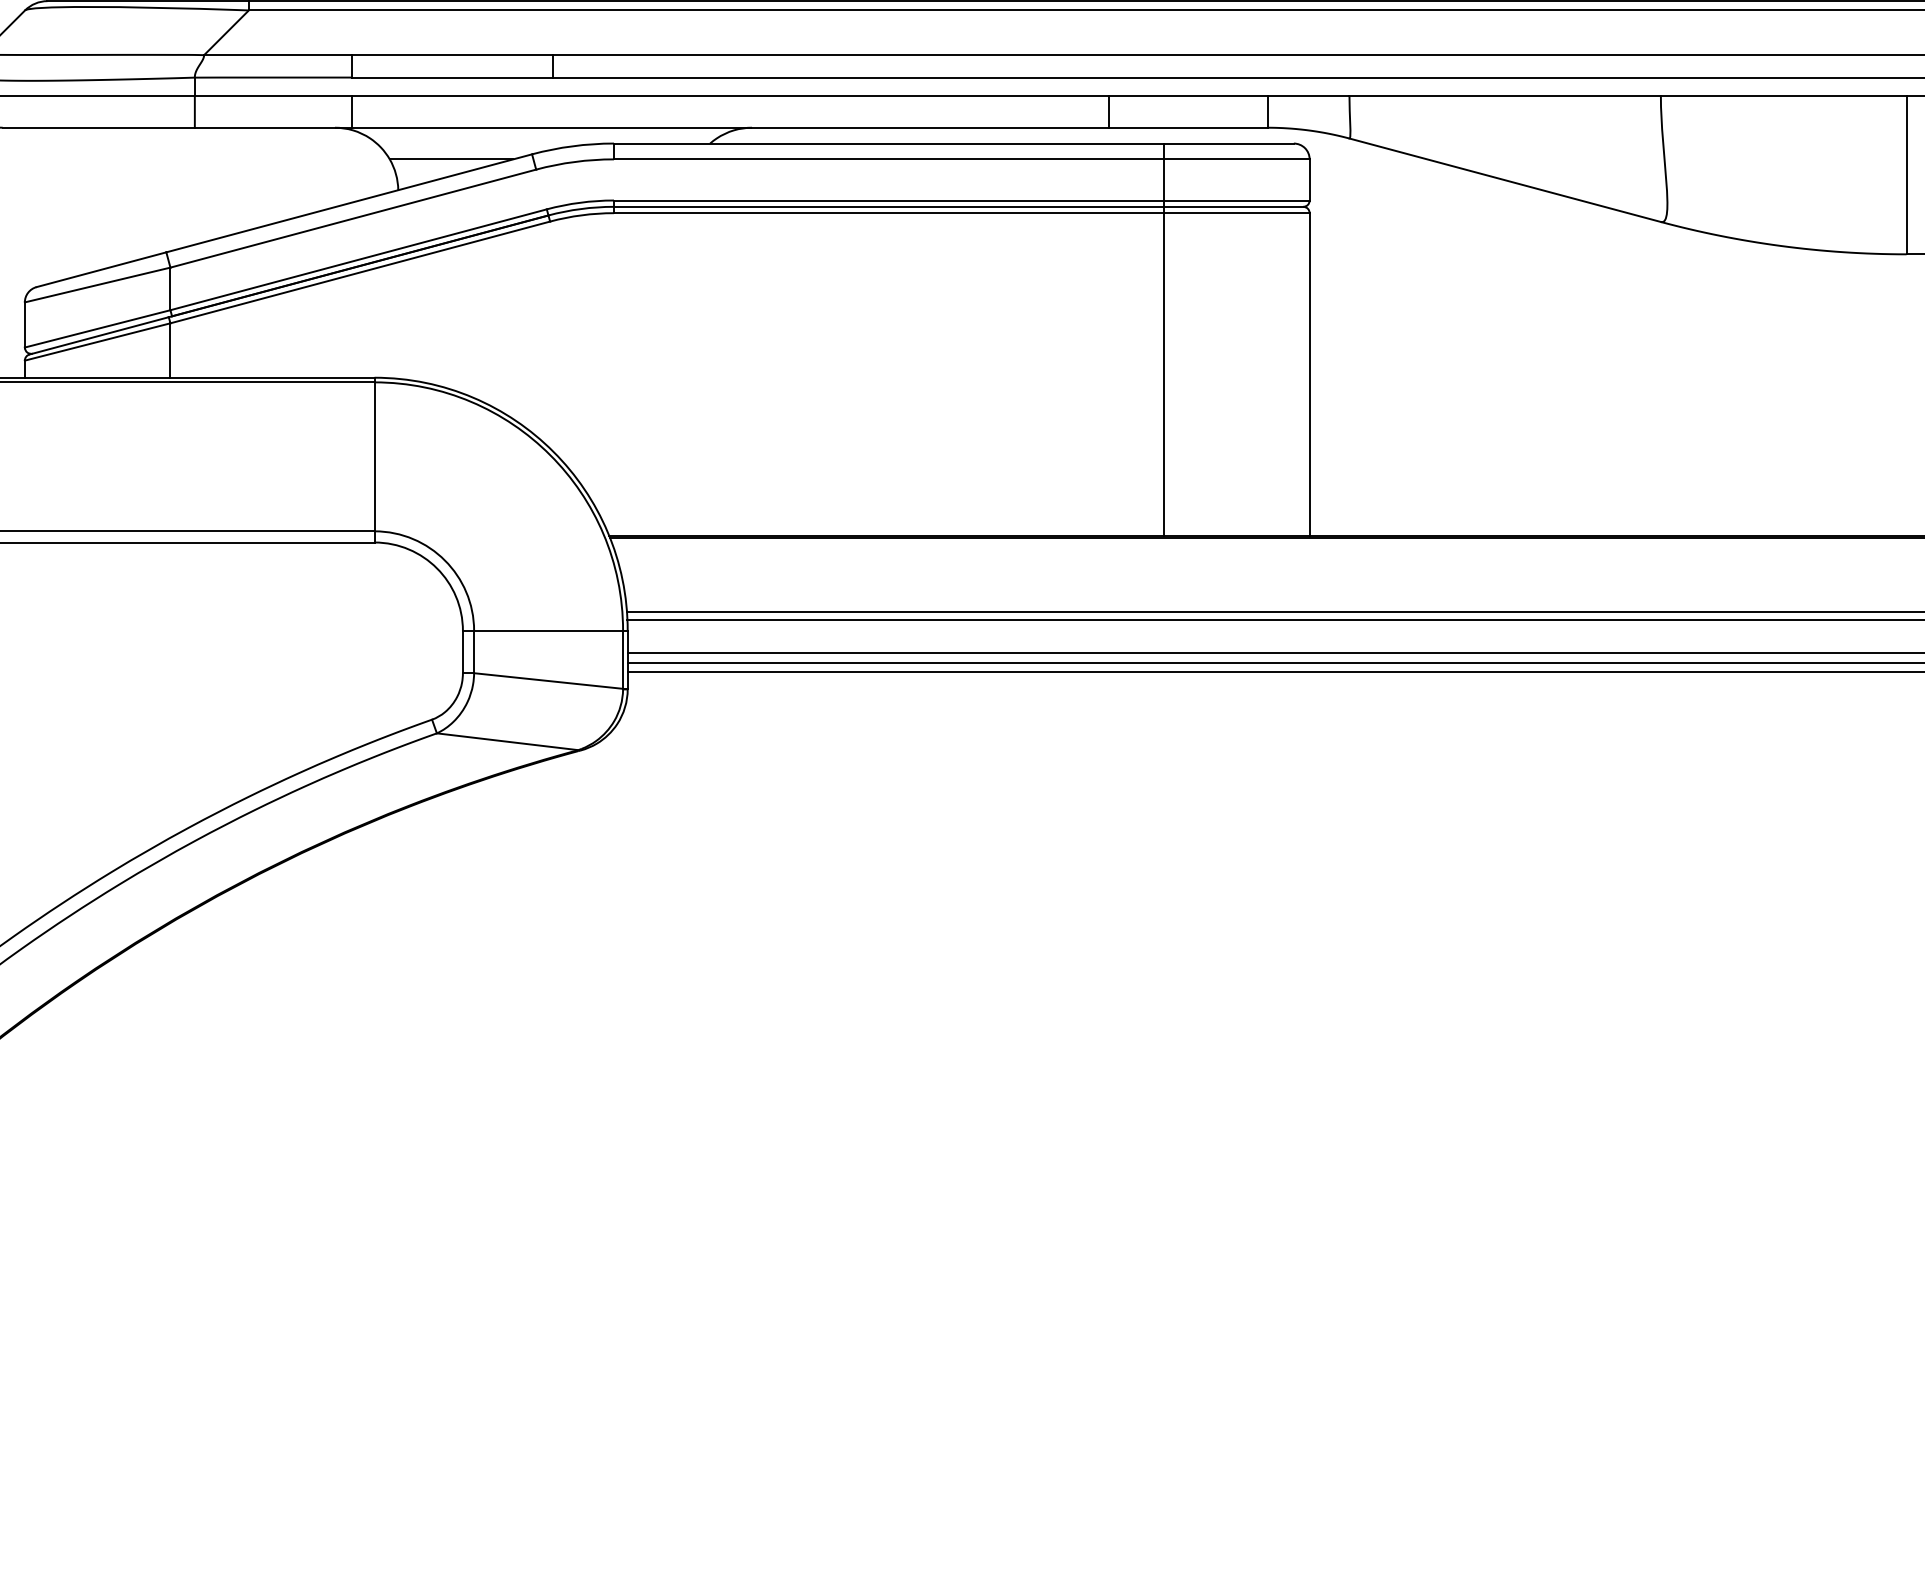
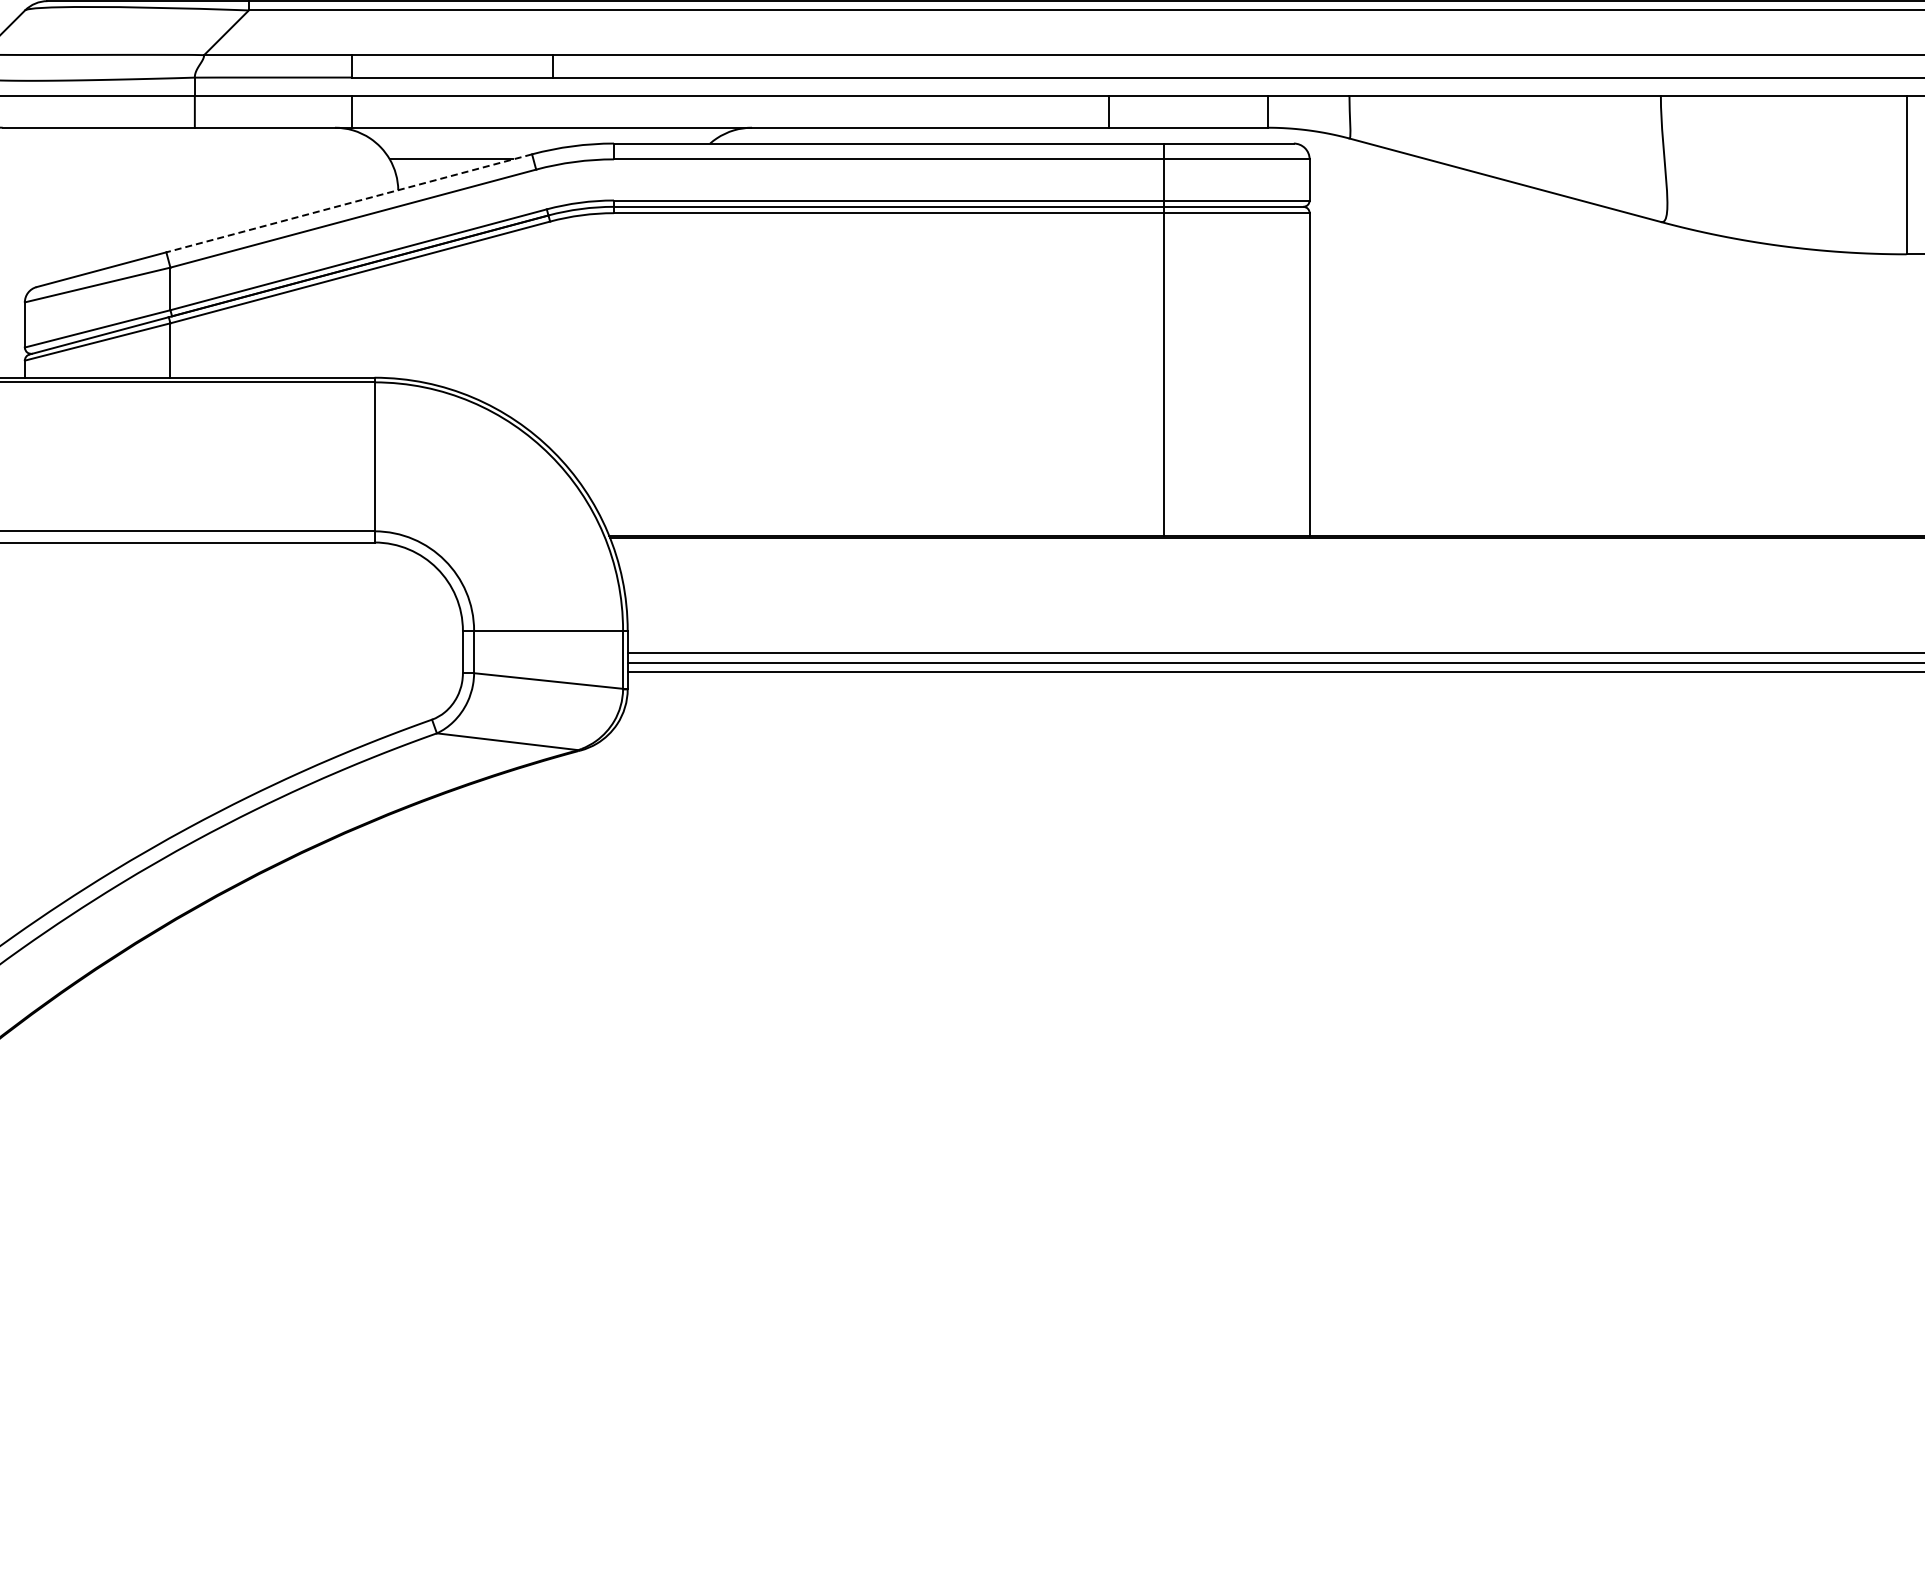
line at (348, 203): solid -> dashed
line at (1274, 612): present -> none
line at (1274, 619): present -> none
